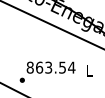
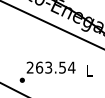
text at (29, 67): 863.54 -> 263.54
